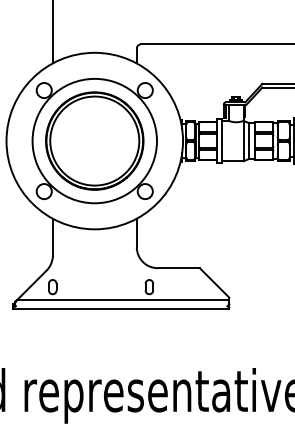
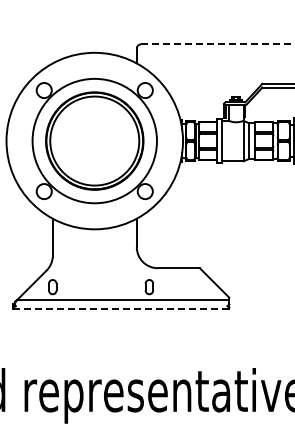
line at (52, 32): present -> none
line at (217, 44): solid -> dashed
line at (121, 308): solid -> dashed
